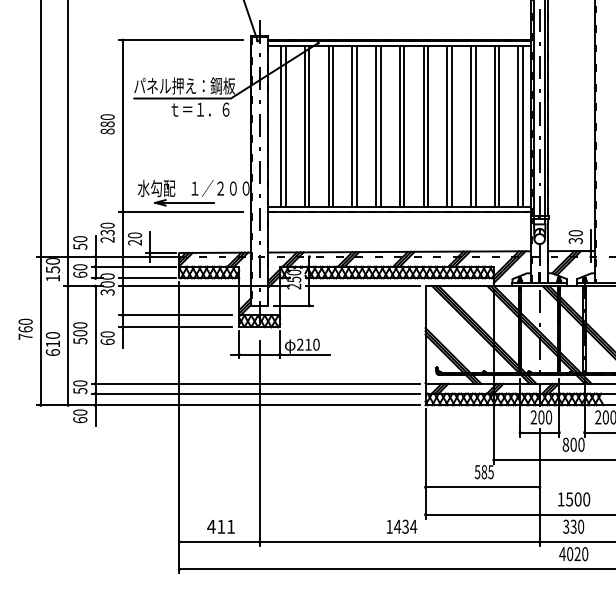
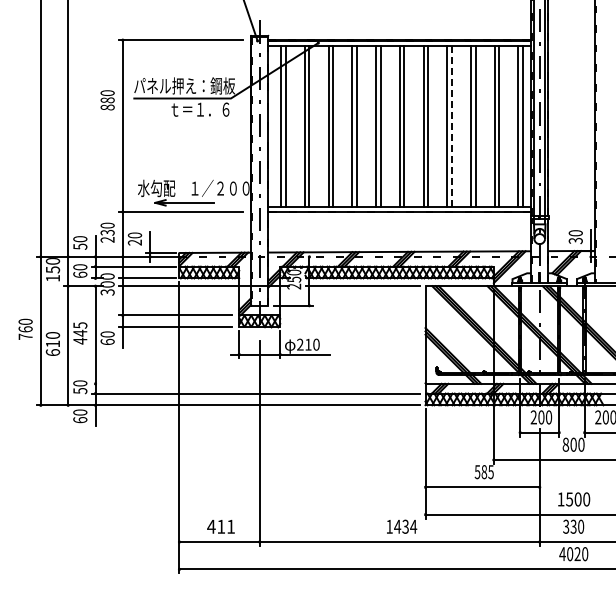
text at (107, 124) position: (107, 124) -> (107, 100)
line at (451, 126): solid -> dashed
text at (80, 333): 500 -> 445
line at (255, 383): present -> none
